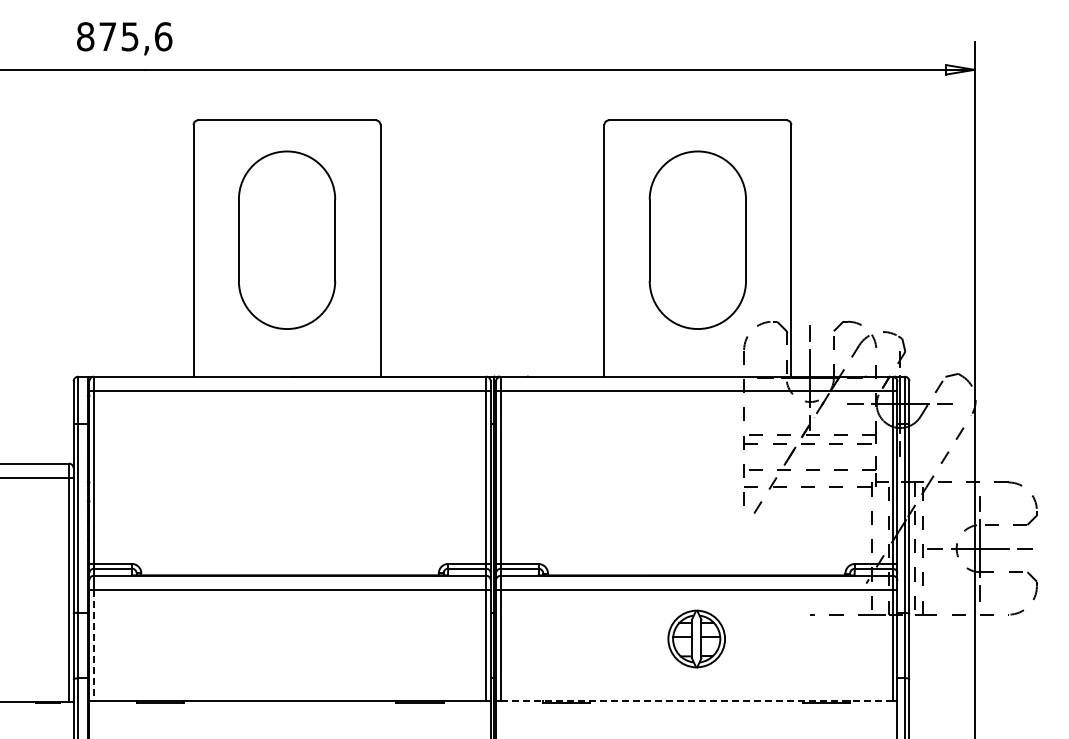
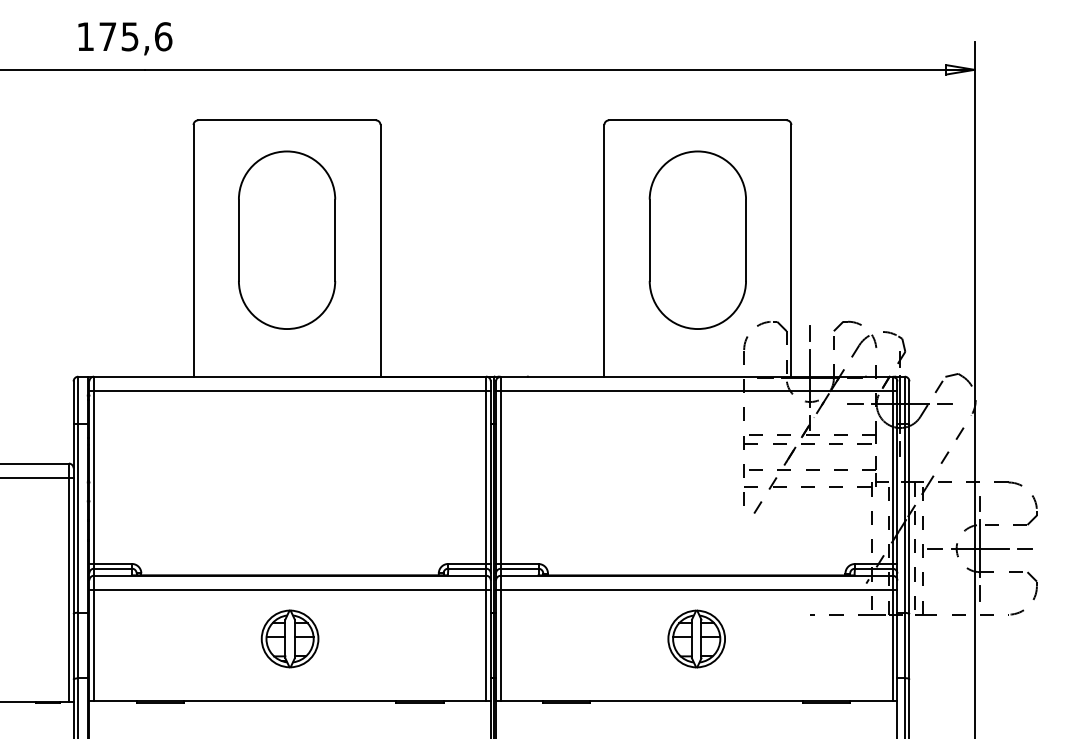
text at (85, 36): 875,6 -> 175,6
part at (289, 638): none -> present
line at (94, 645): dashed -> solid
line at (696, 701): dashed -> solid
